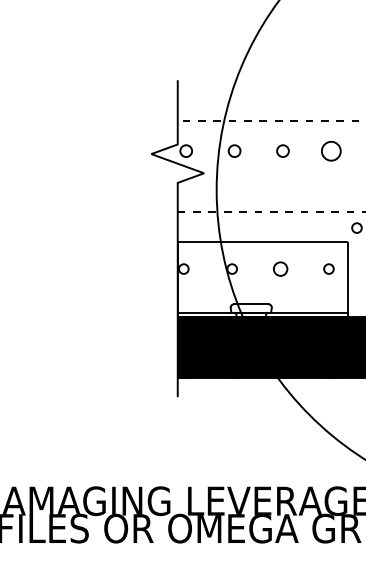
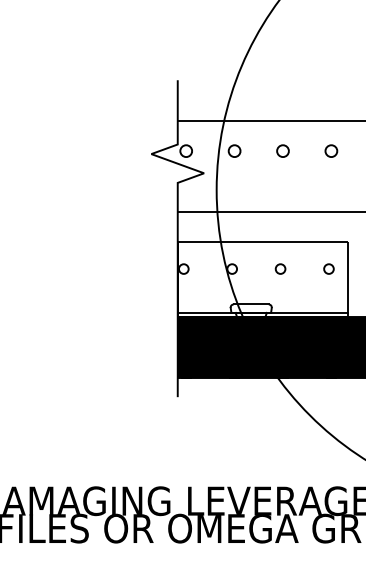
line at (271, 120): dashed -> solid
circle at (331, 150) size: 21x22 px -> 15x14 px
line at (271, 211): dashed -> solid
circle at (356, 227): present -> none
circle at (280, 268) size: 16x16 px -> 13x12 px
